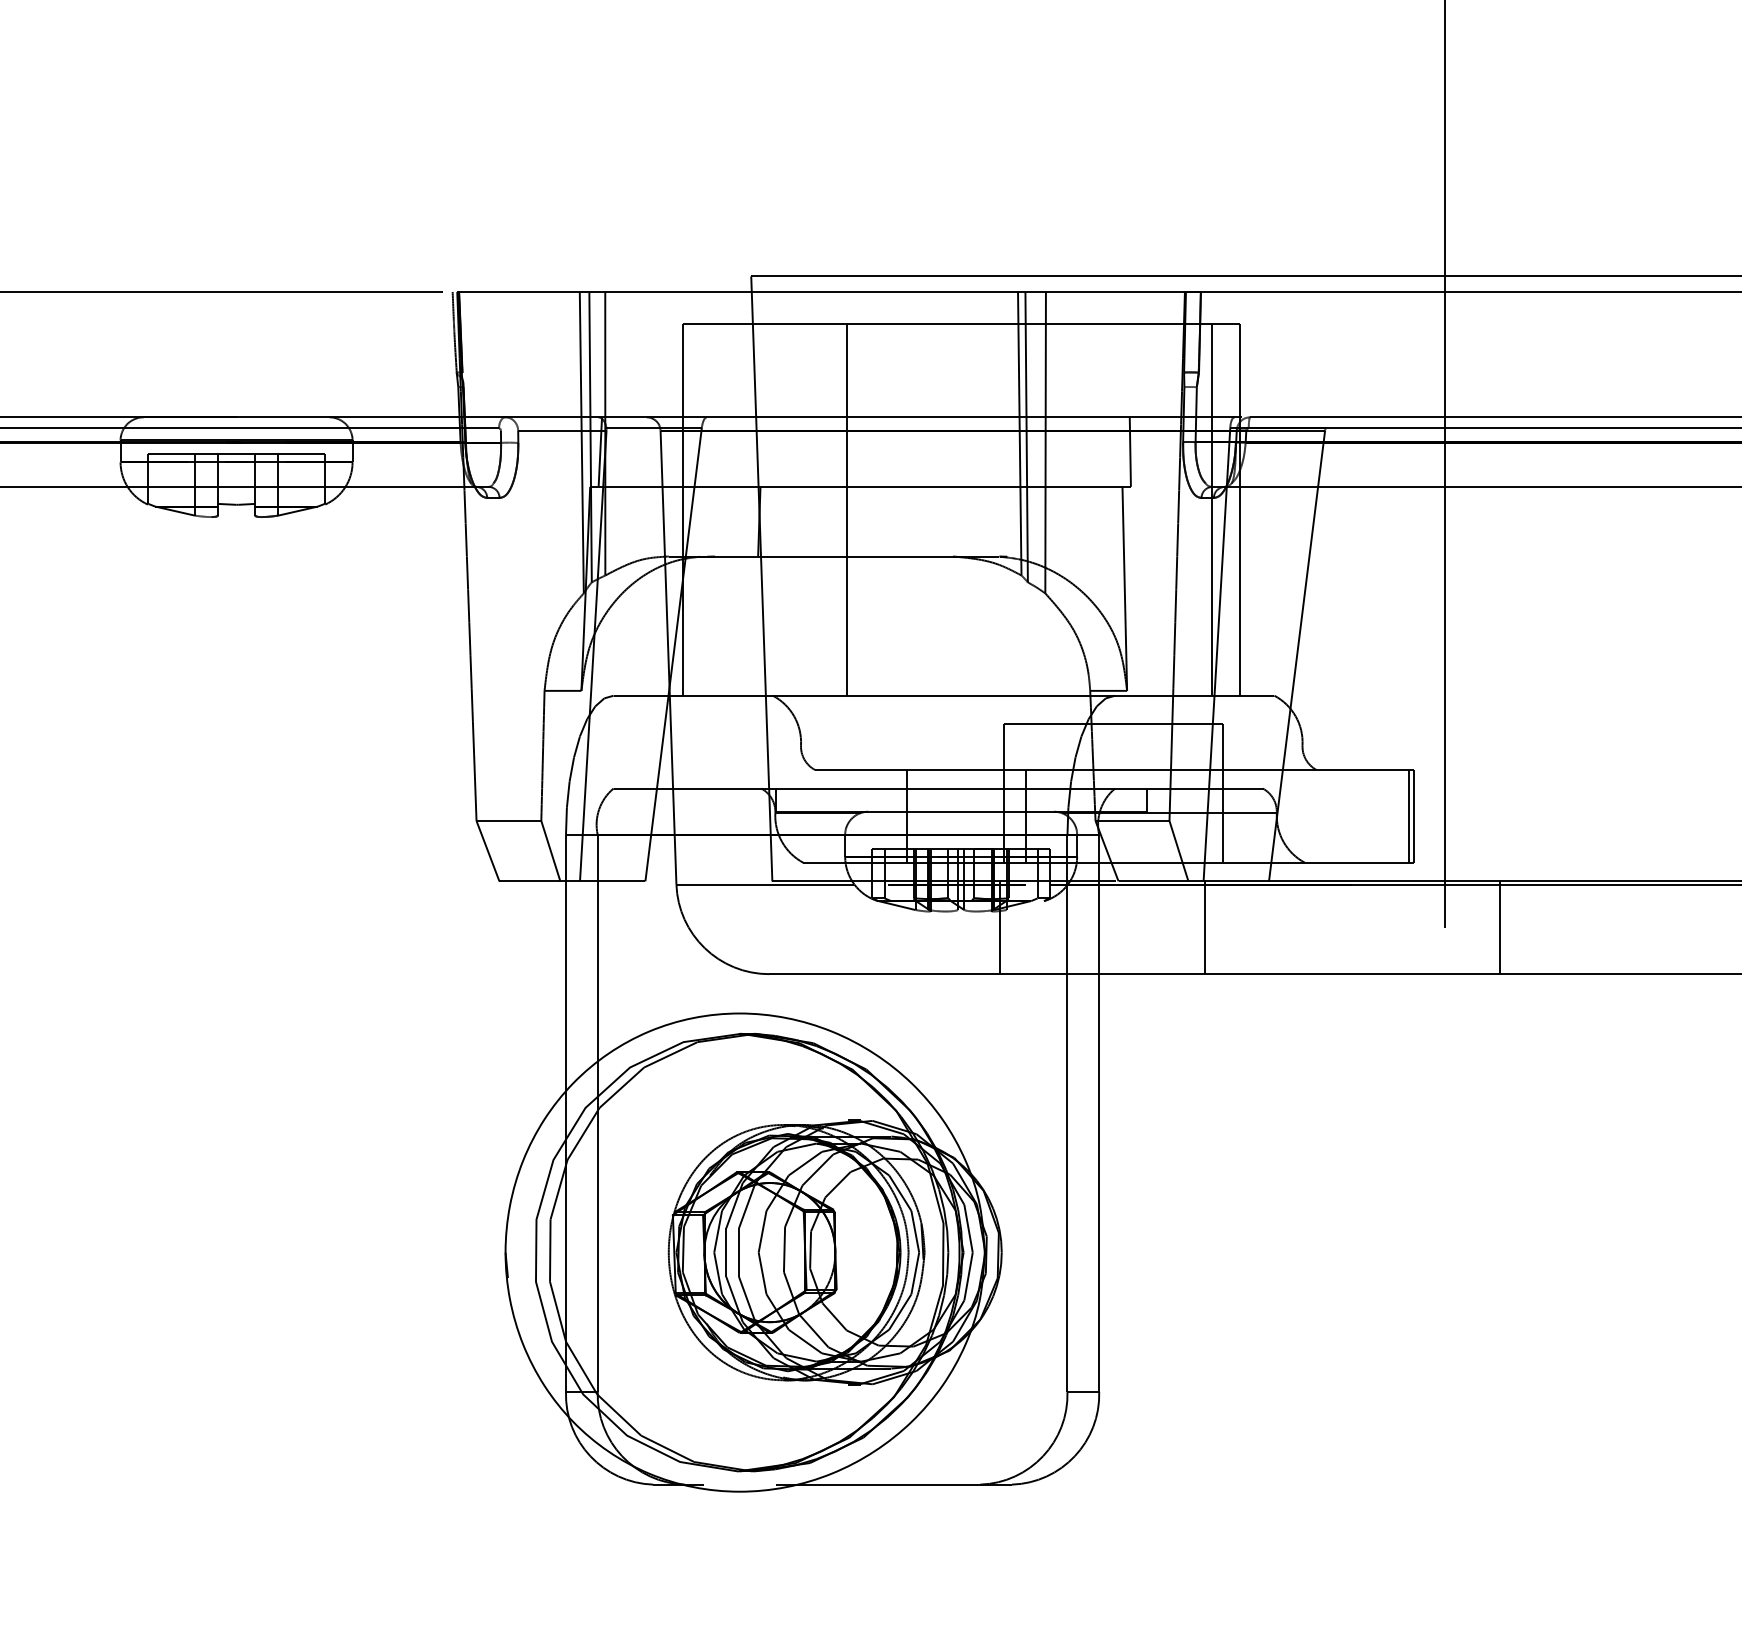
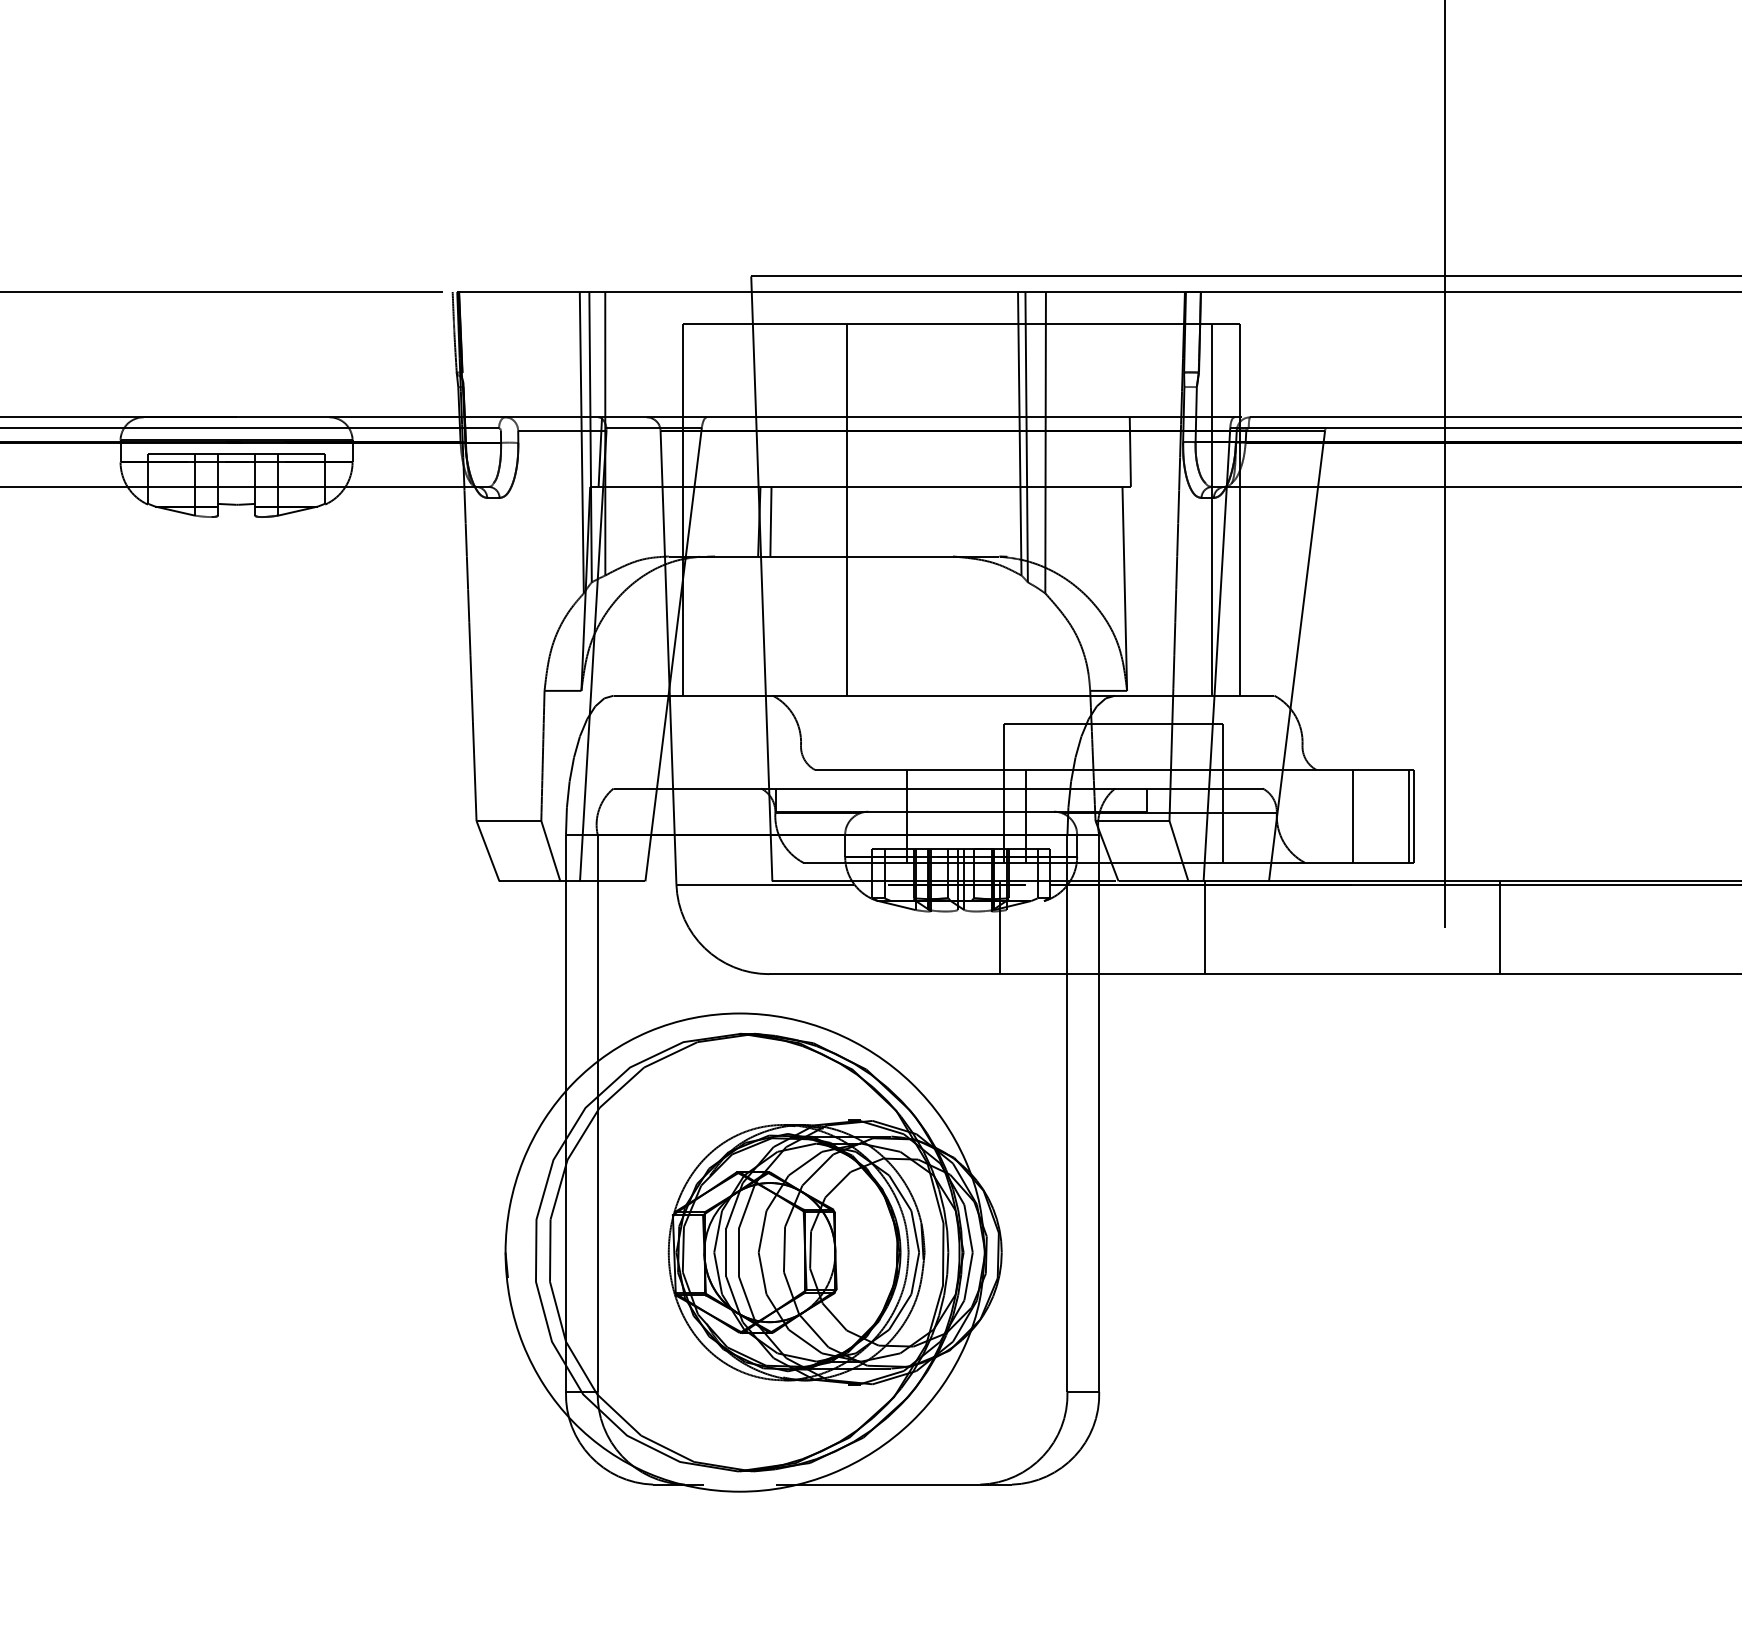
line at (770, 521): none -> present
line at (1353, 815): none -> present
